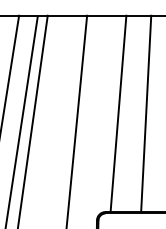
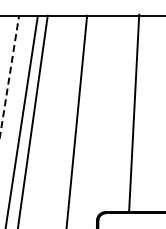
line at (9, 75): solid -> dashed
line at (118, 113): present -> none
line at (146, 113) position: (146, 113) -> (134, 112)
